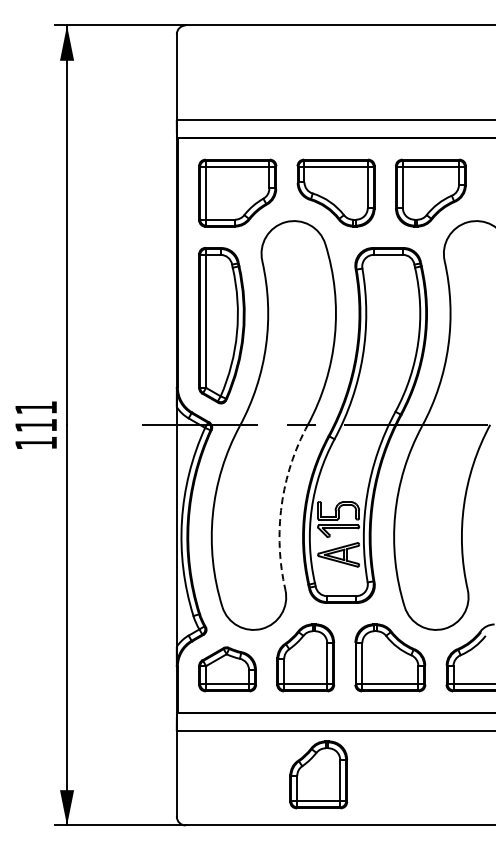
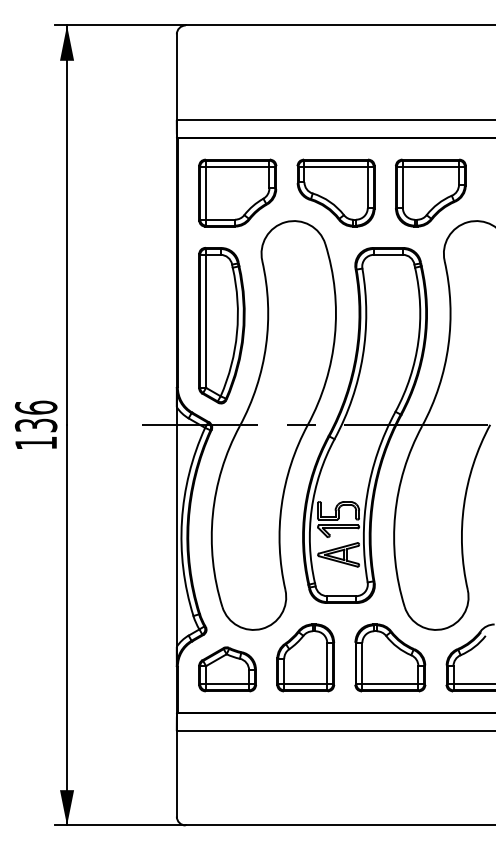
text at (35, 416): 111 -> 136
arc at (281, 505): dashed -> solid
part at (318, 774): present -> none
